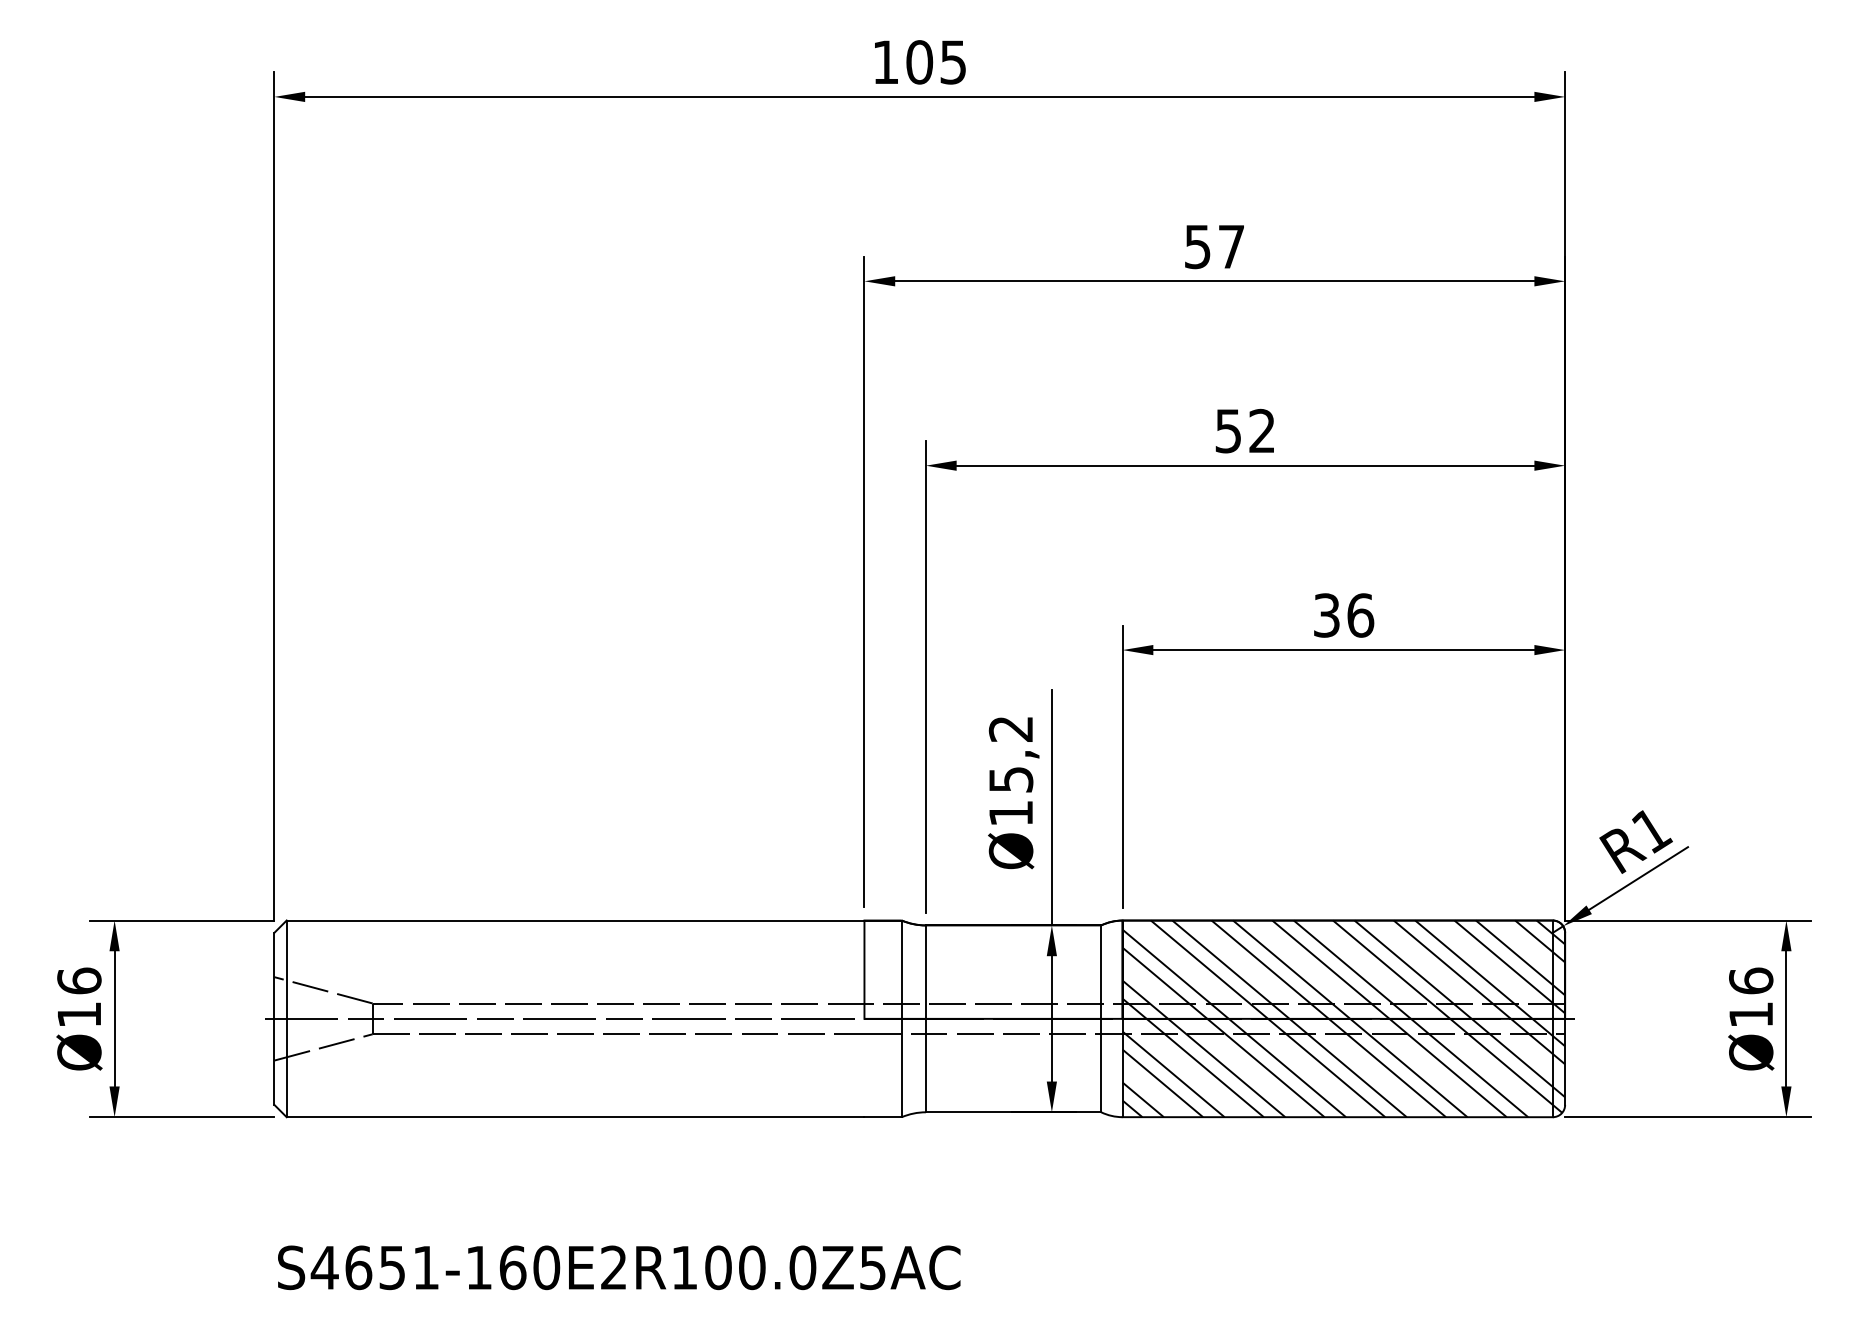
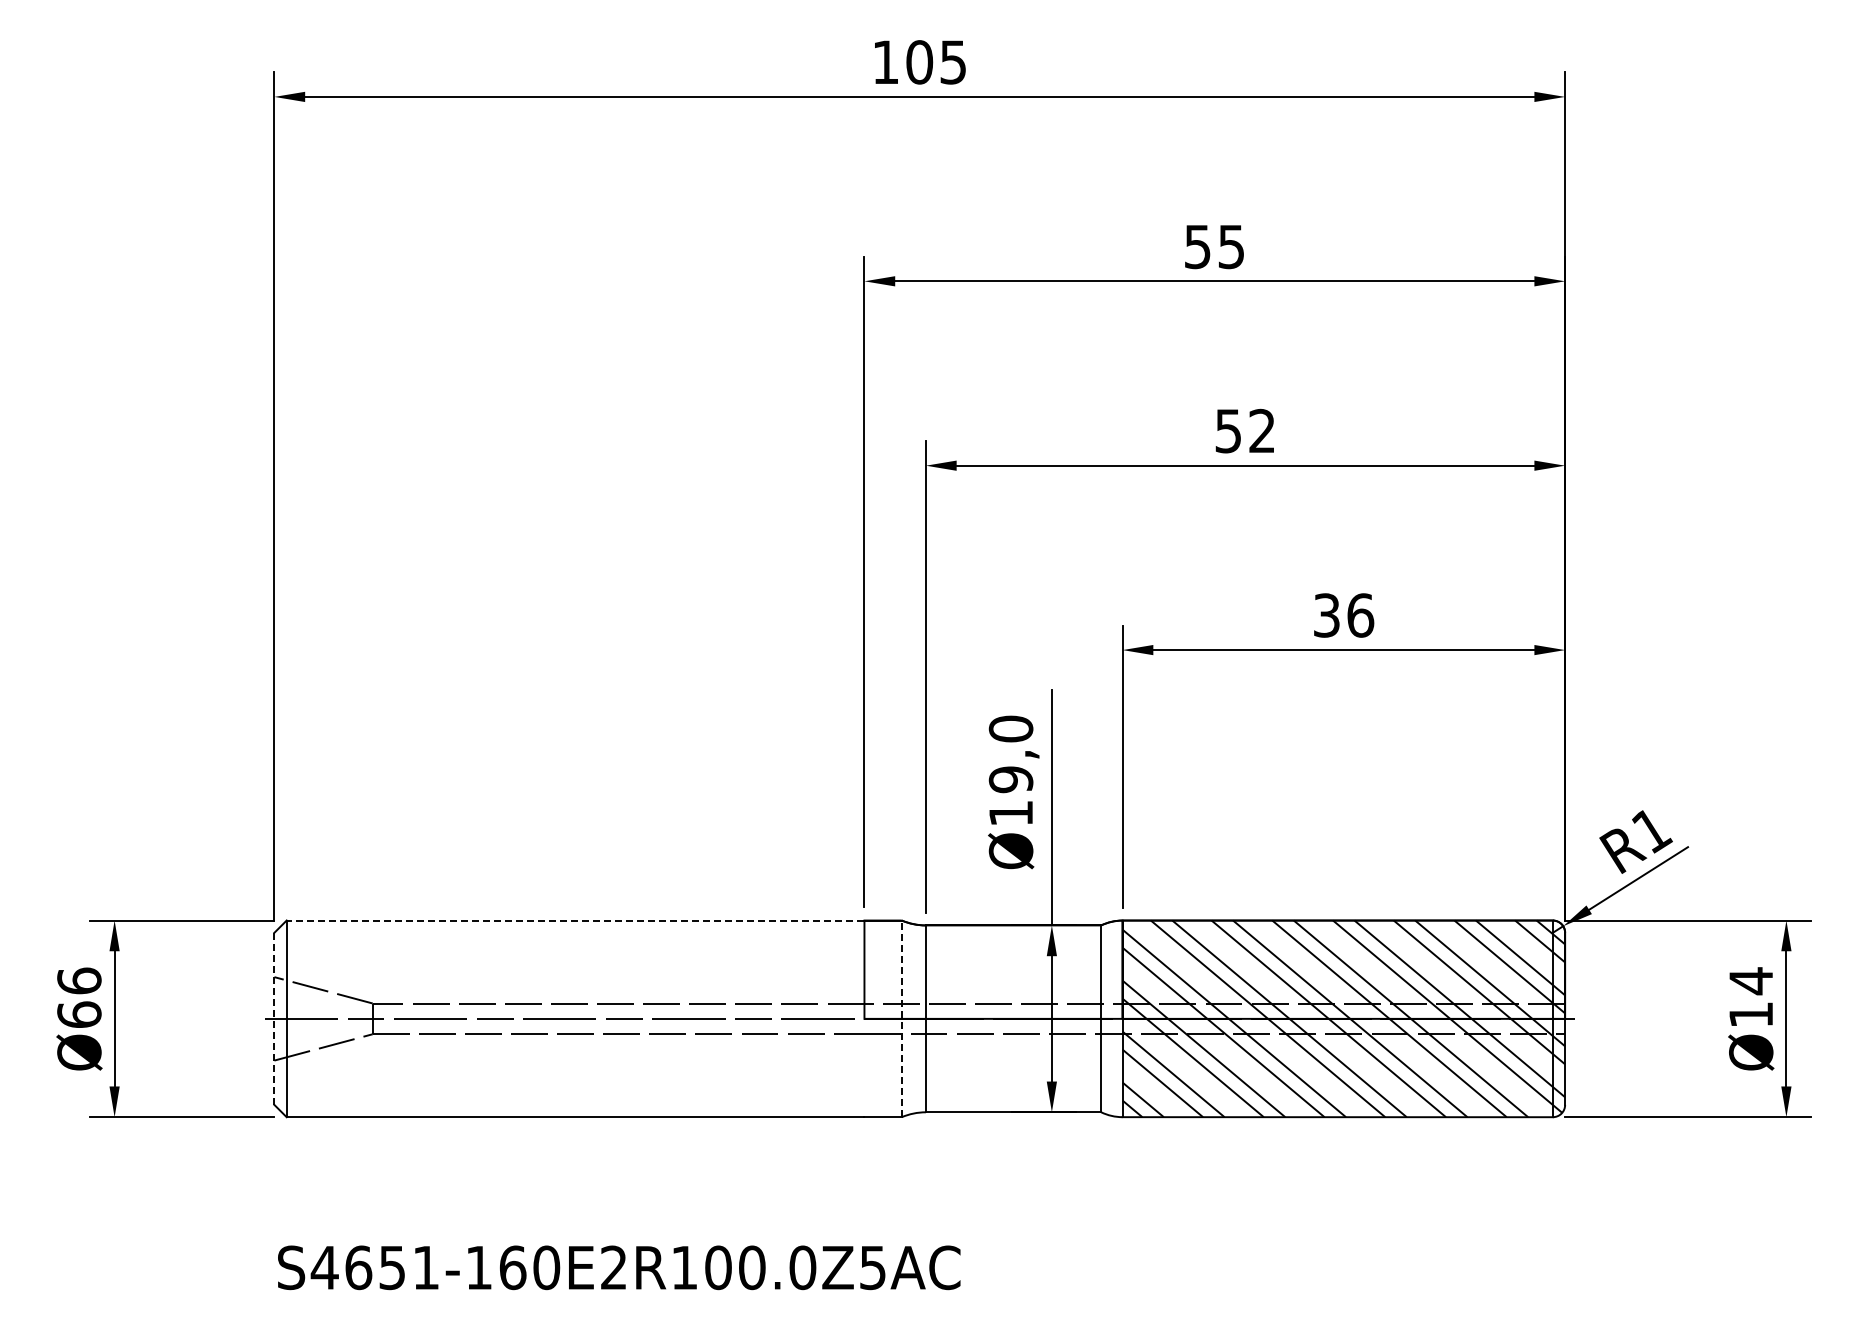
text at (1230, 247): 57 -> 55
text at (1010, 754): Ø15,2 -> Ø19,0
line at (575, 920): solid -> dashed
text at (1751, 981): Ø16 -> Ø14
text at (79, 1014): Ø16 -> Ø66
line at (274, 1018): solid -> dashed
line at (901, 1018): solid -> dashed
